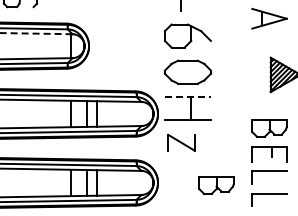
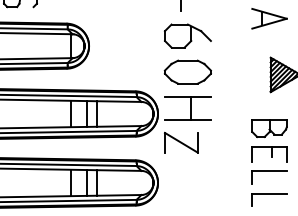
line at (36, 33): dashed -> solid
line at (187, 96): dashed -> solid
part at (181, 142) size: 29x19 px -> 35x23 px
part at (216, 185): present -> none
